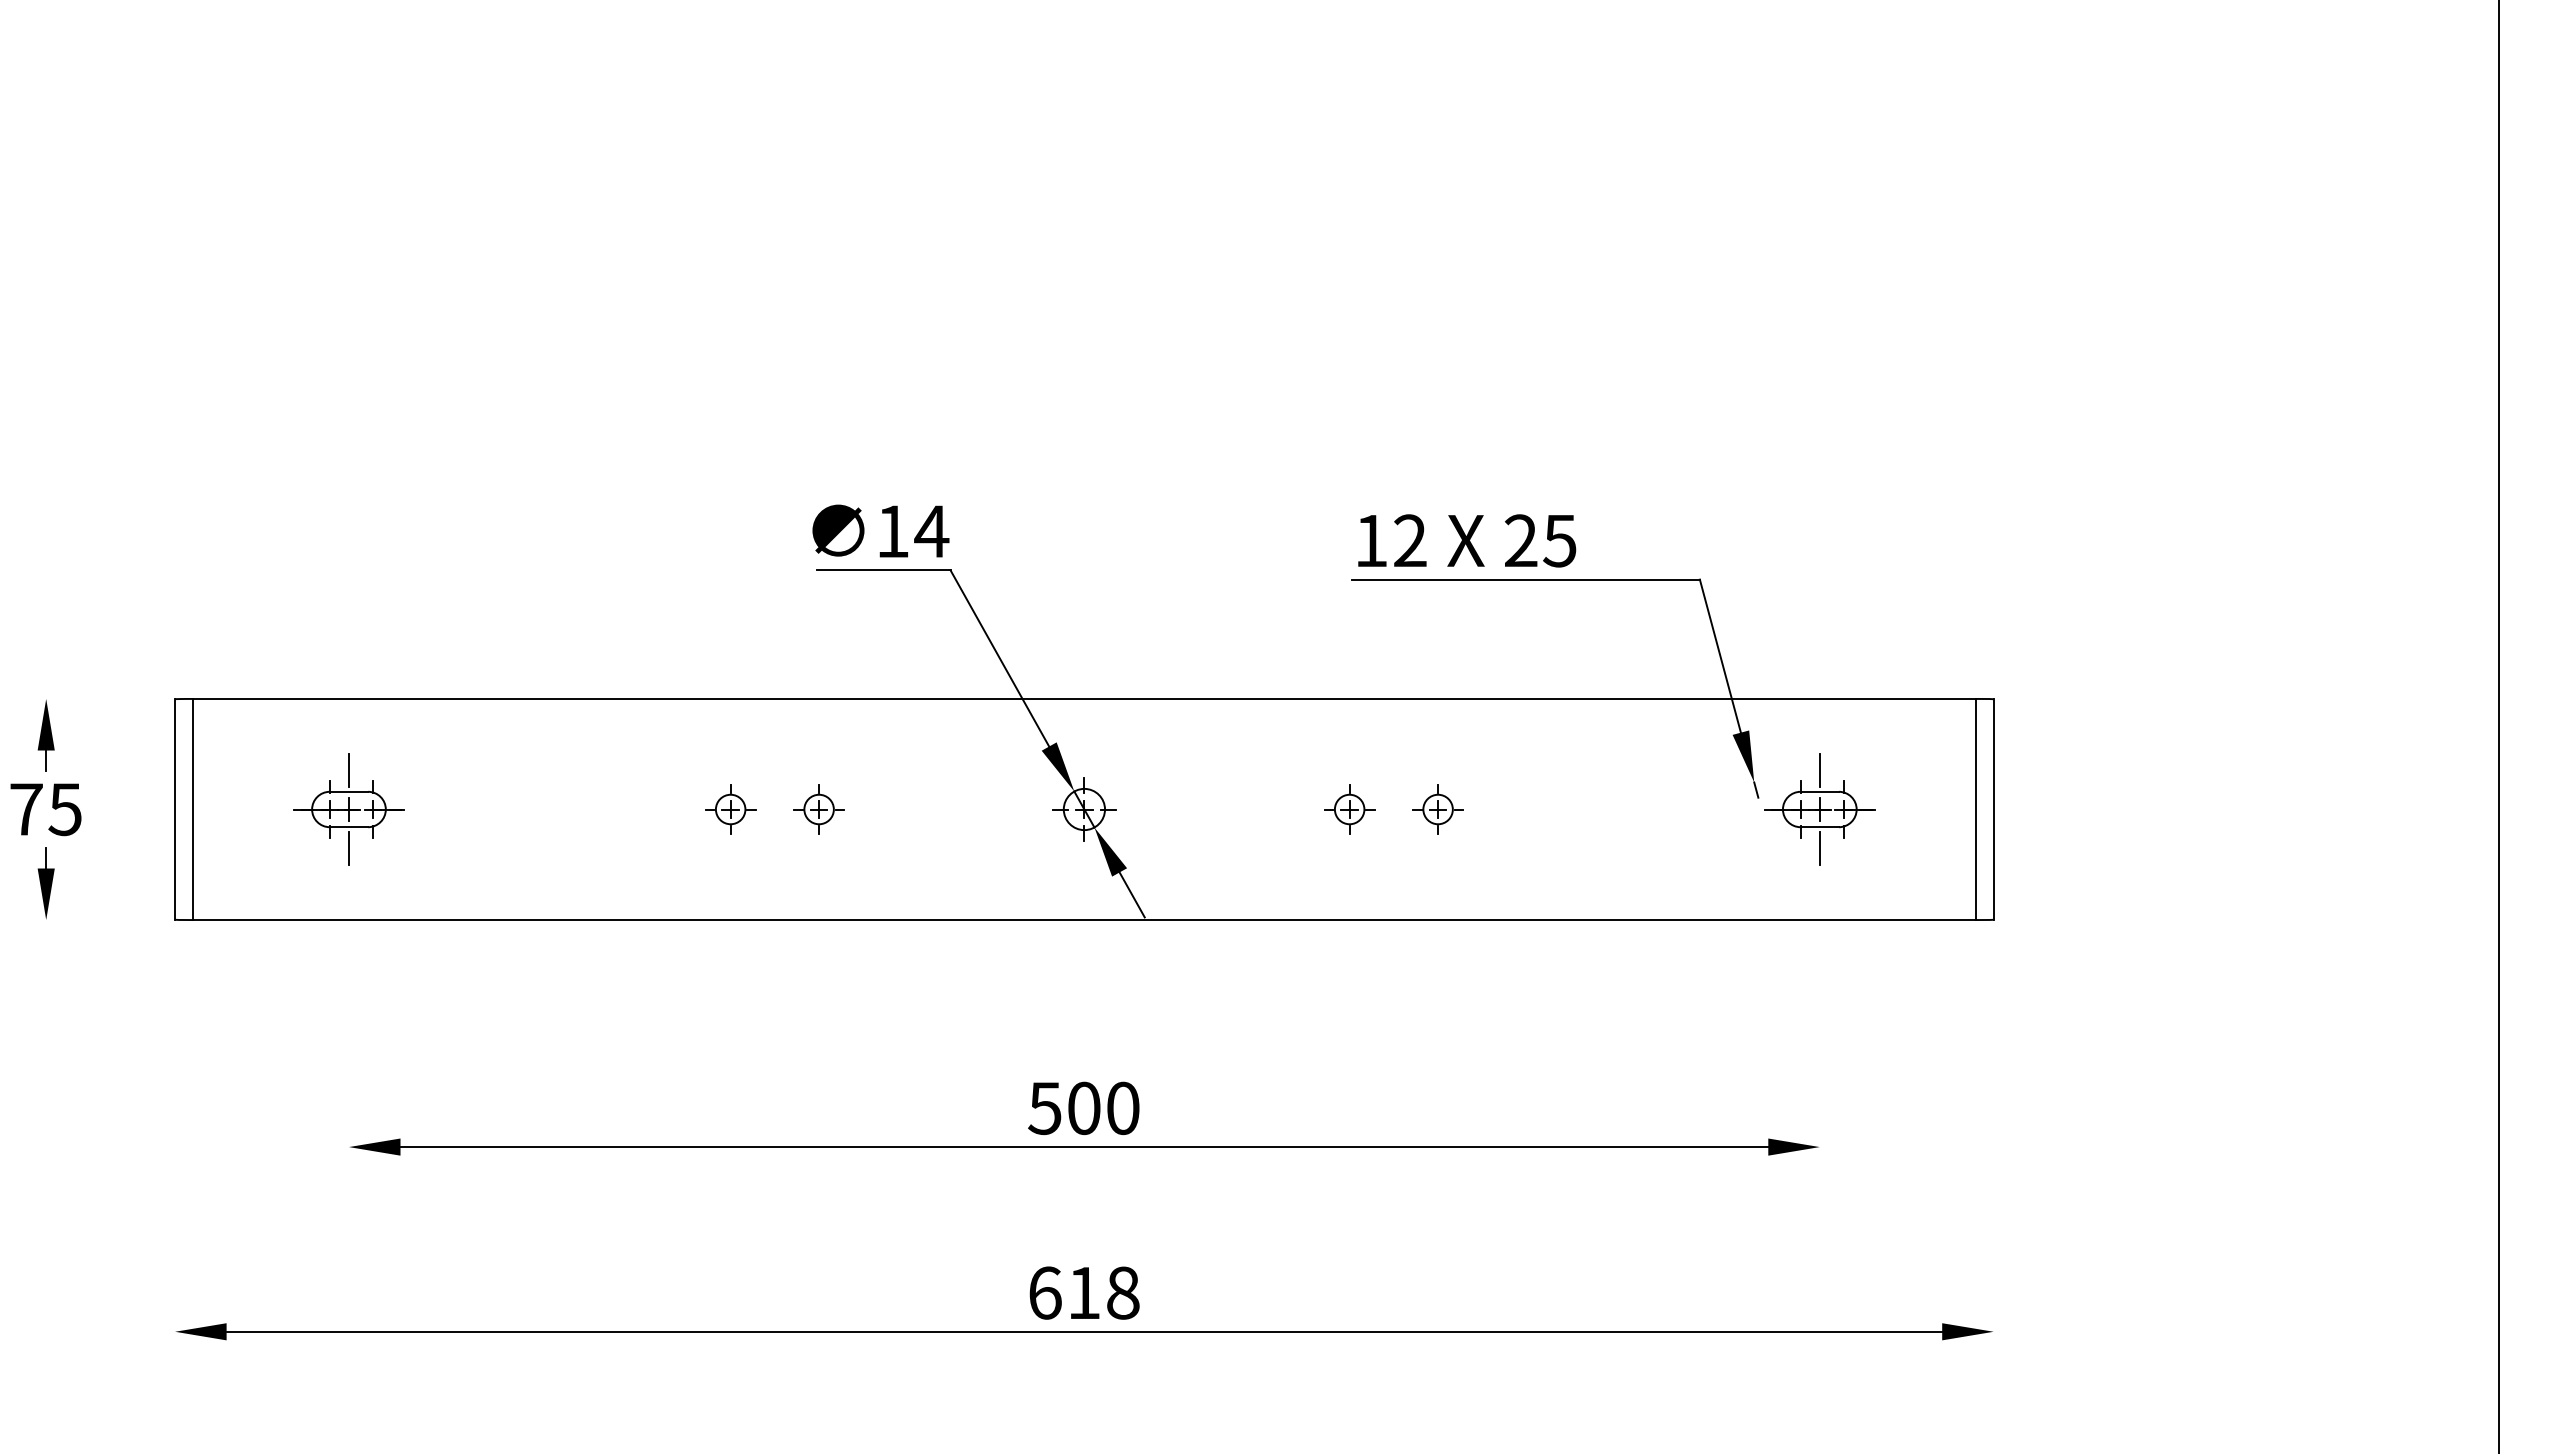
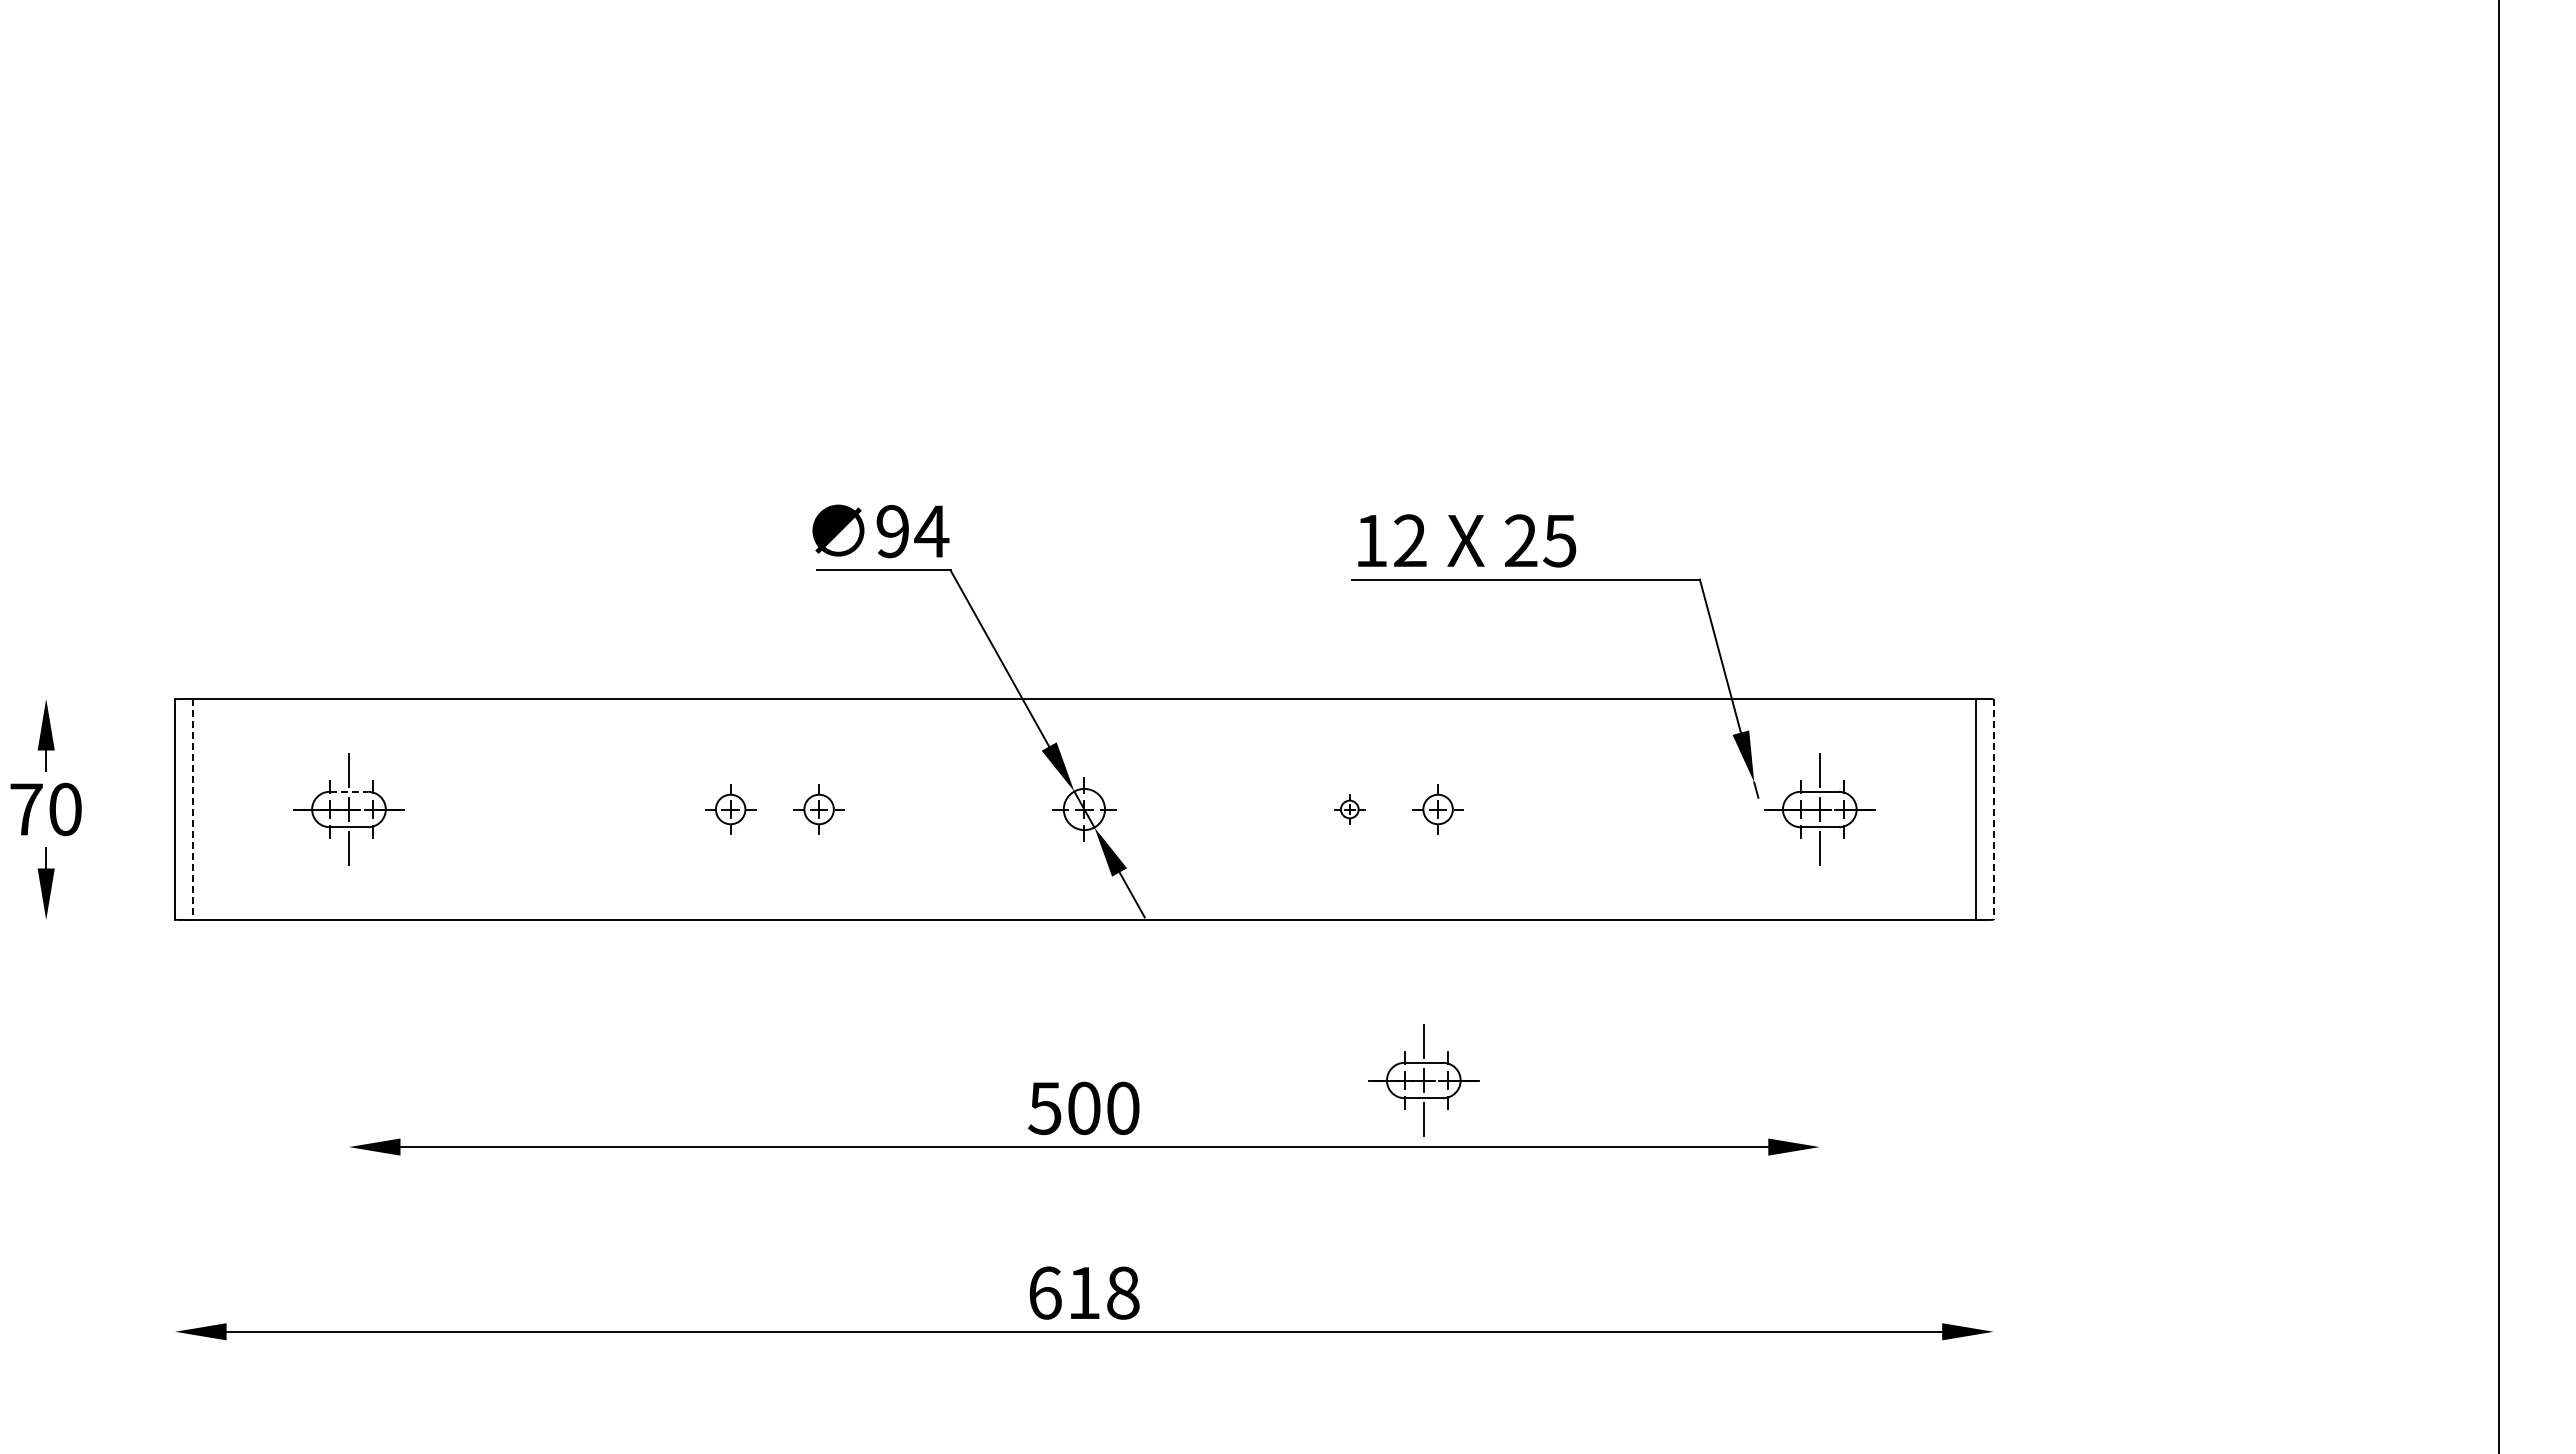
text at (892, 531): 14 -> 94
line at (349, 791): solid -> dashed
text at (64, 809): 75 -> 70
line at (192, 809): solid -> dashed
part at (1349, 809) size: 52x51 px -> 32x31 px
line at (1993, 810): solid -> dashed
part at (1423, 1080): none -> present
